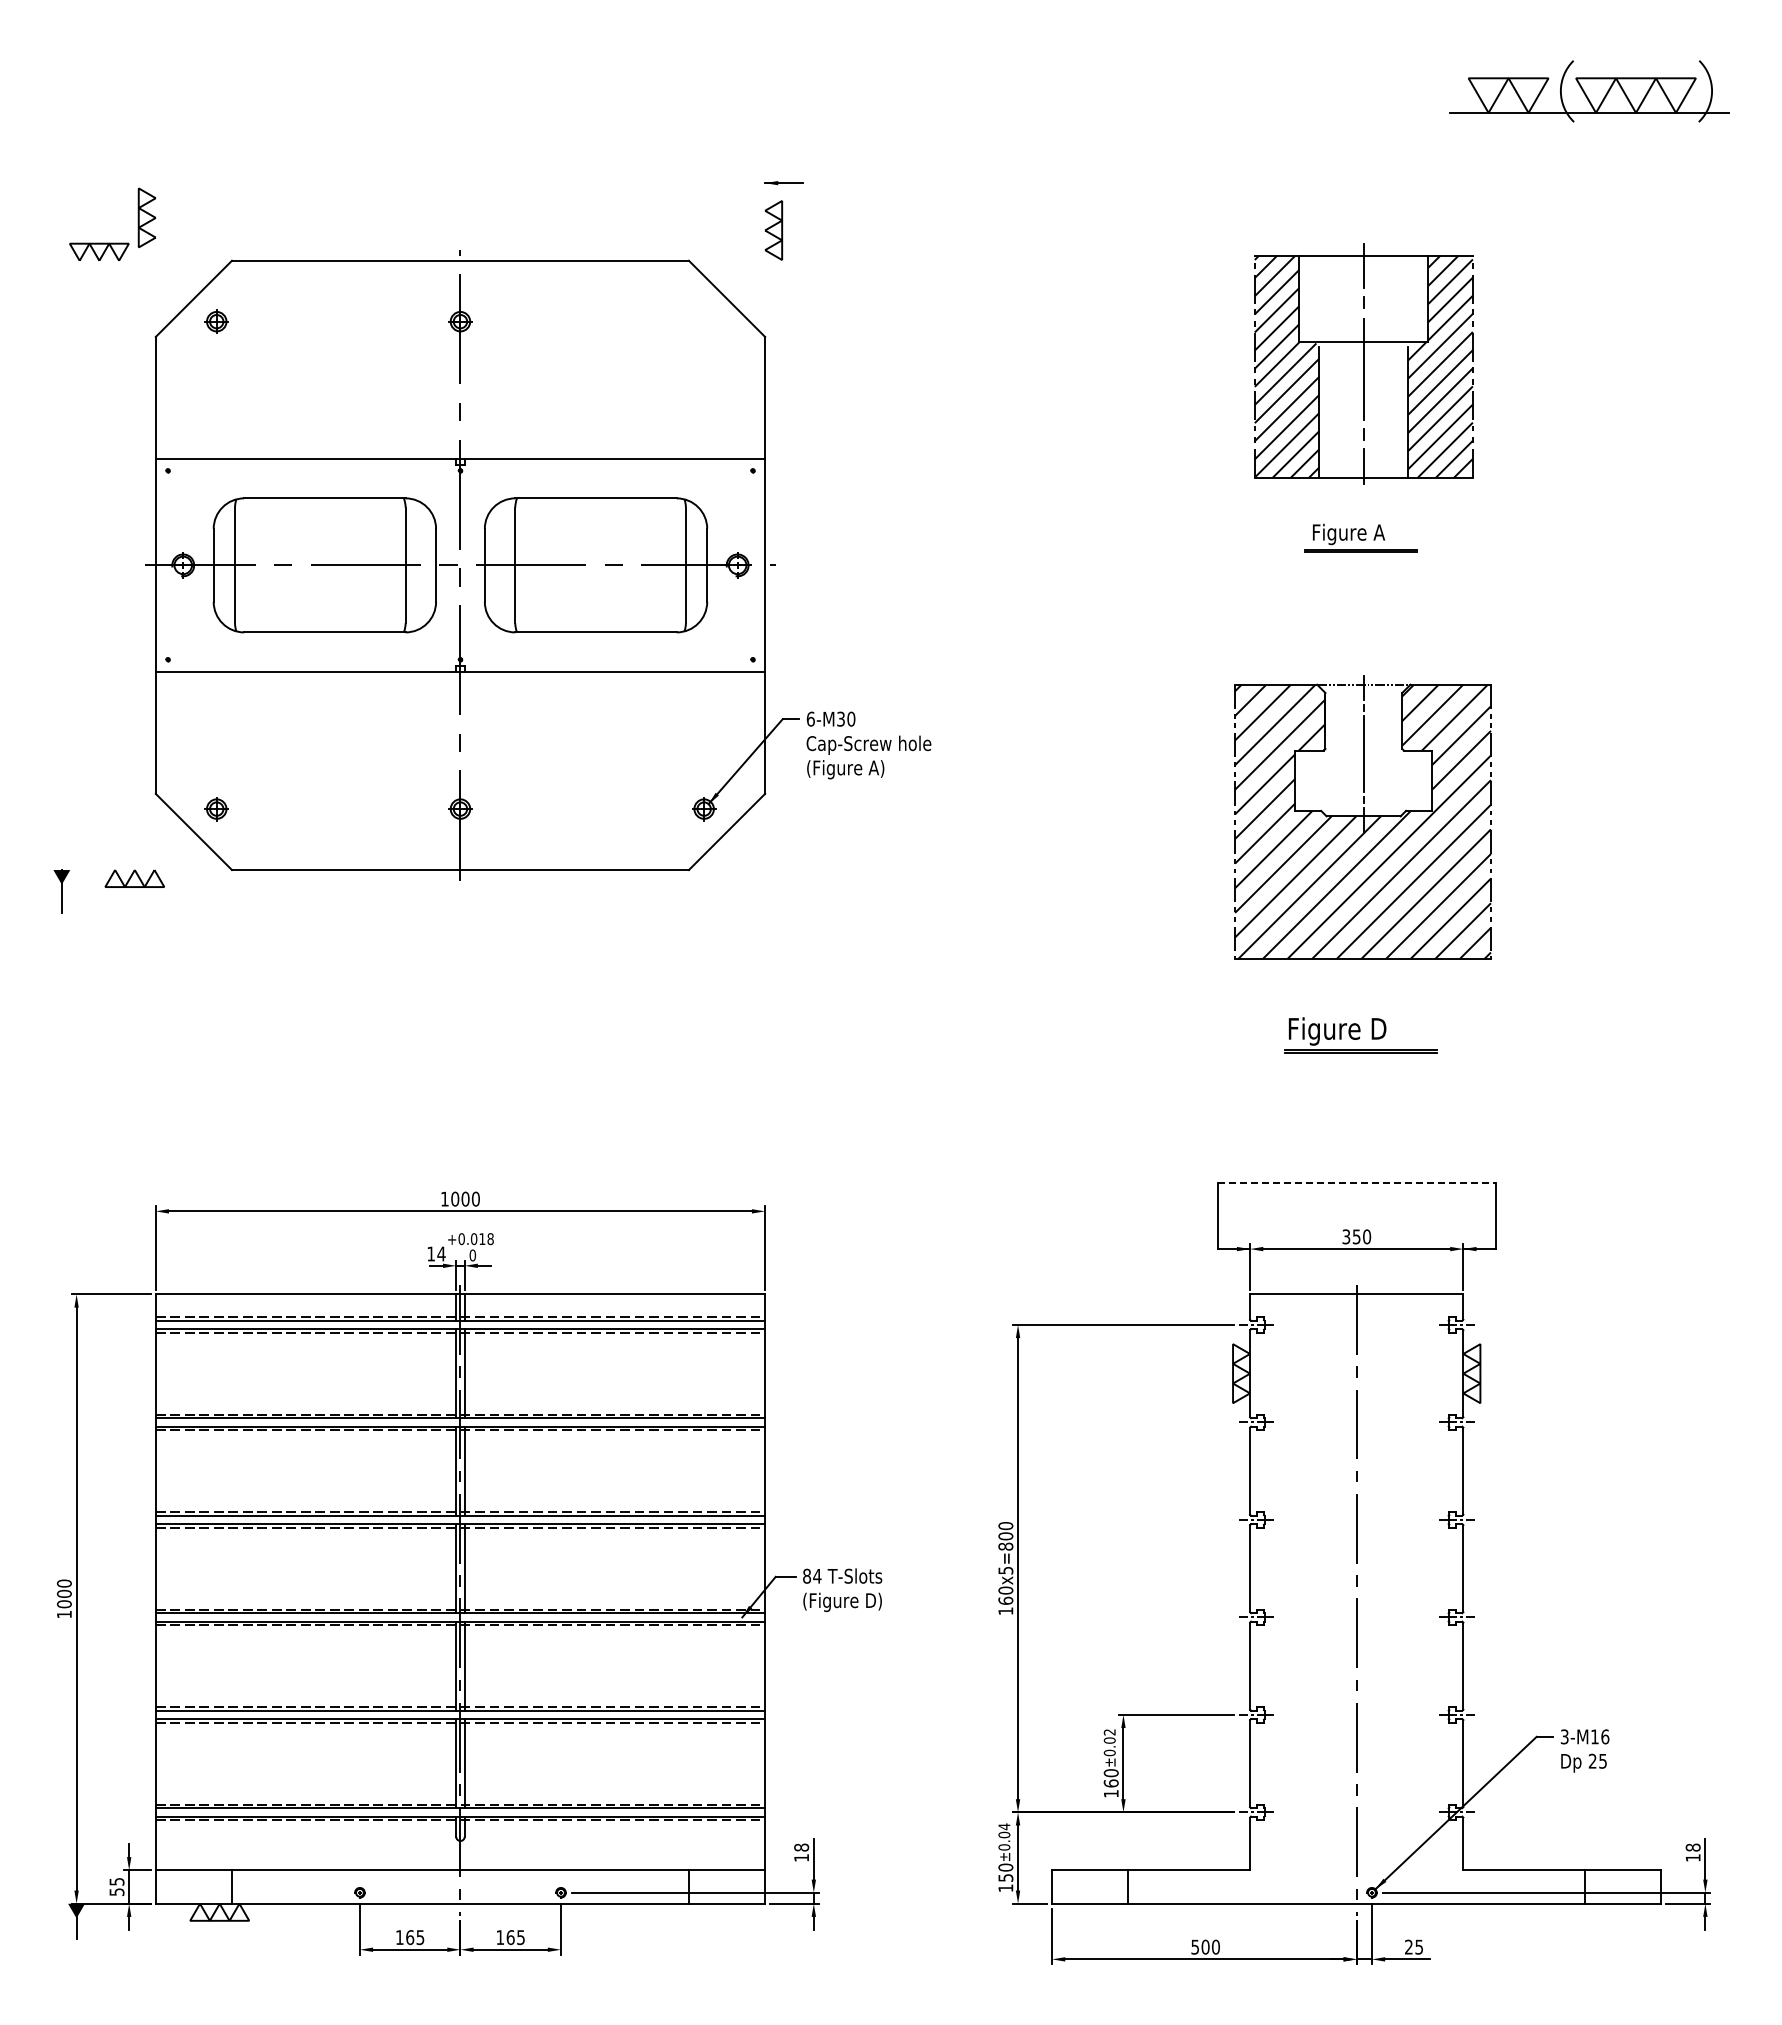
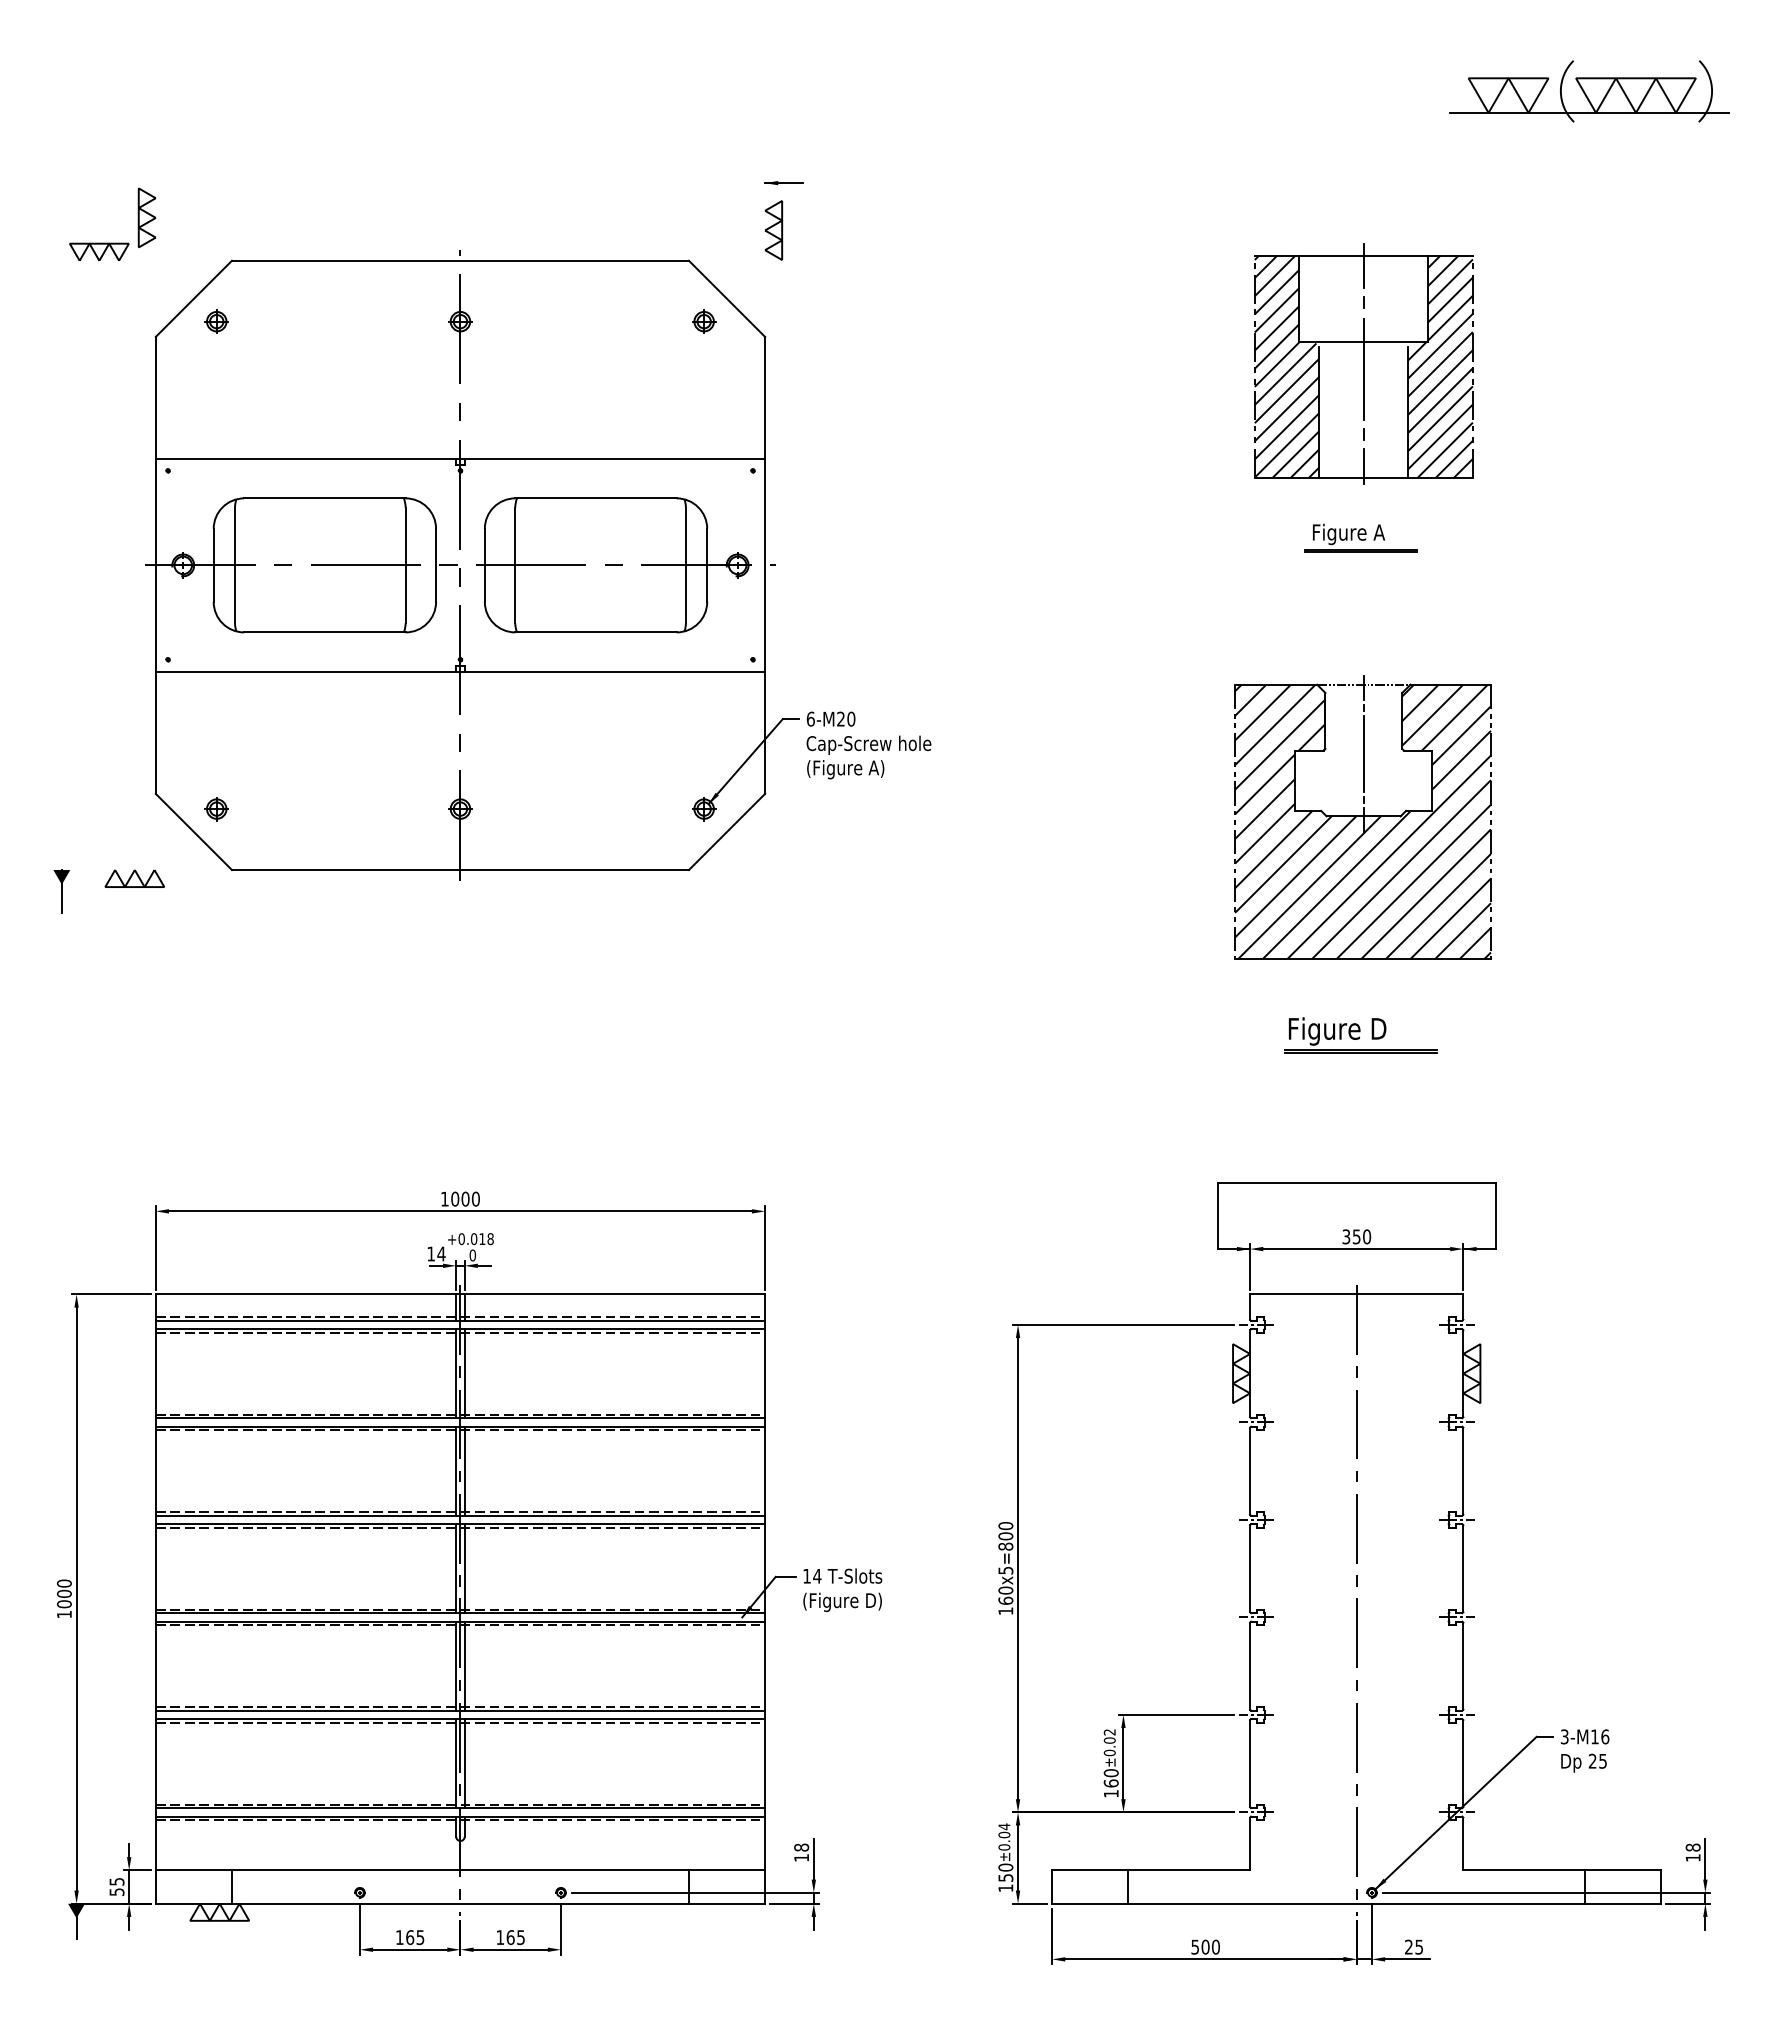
part at (704, 321): none -> present
text at (840, 719): 6-M30 -> 6-M20
line at (1356, 1183): dashed -> solid
text at (807, 1575): 84 -> 14
